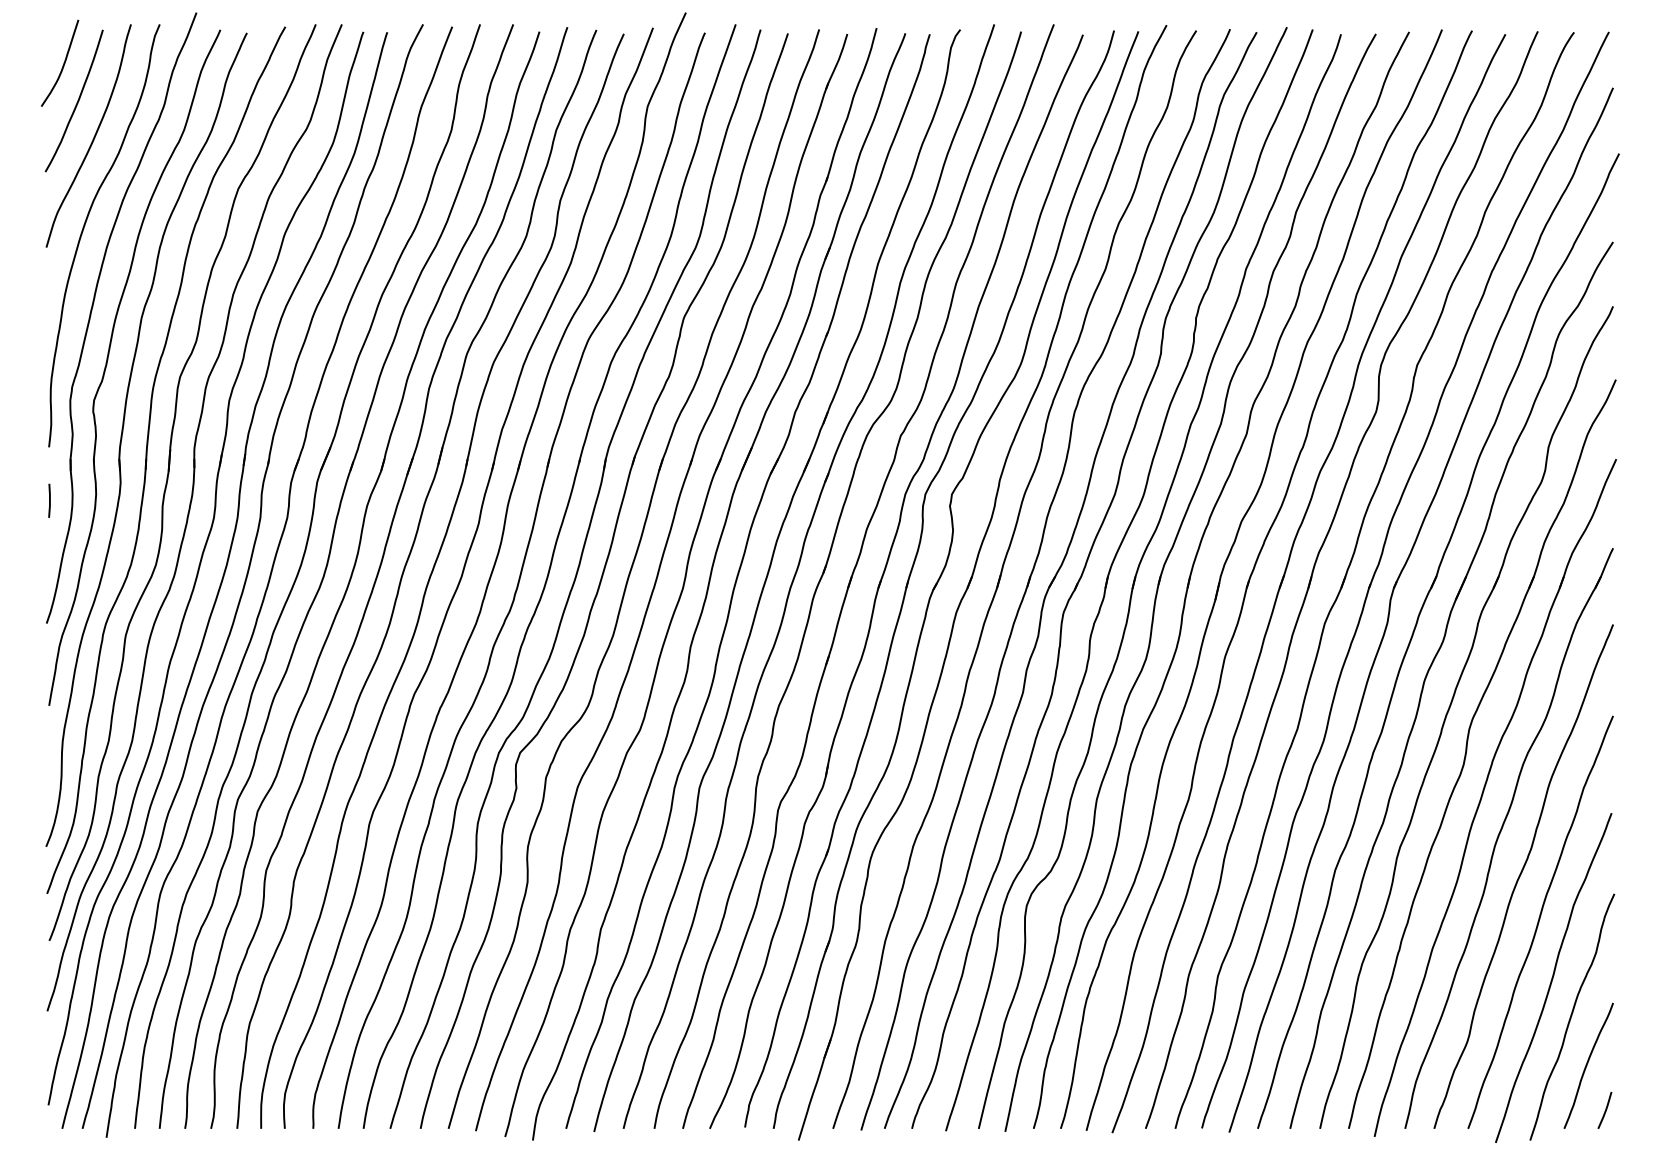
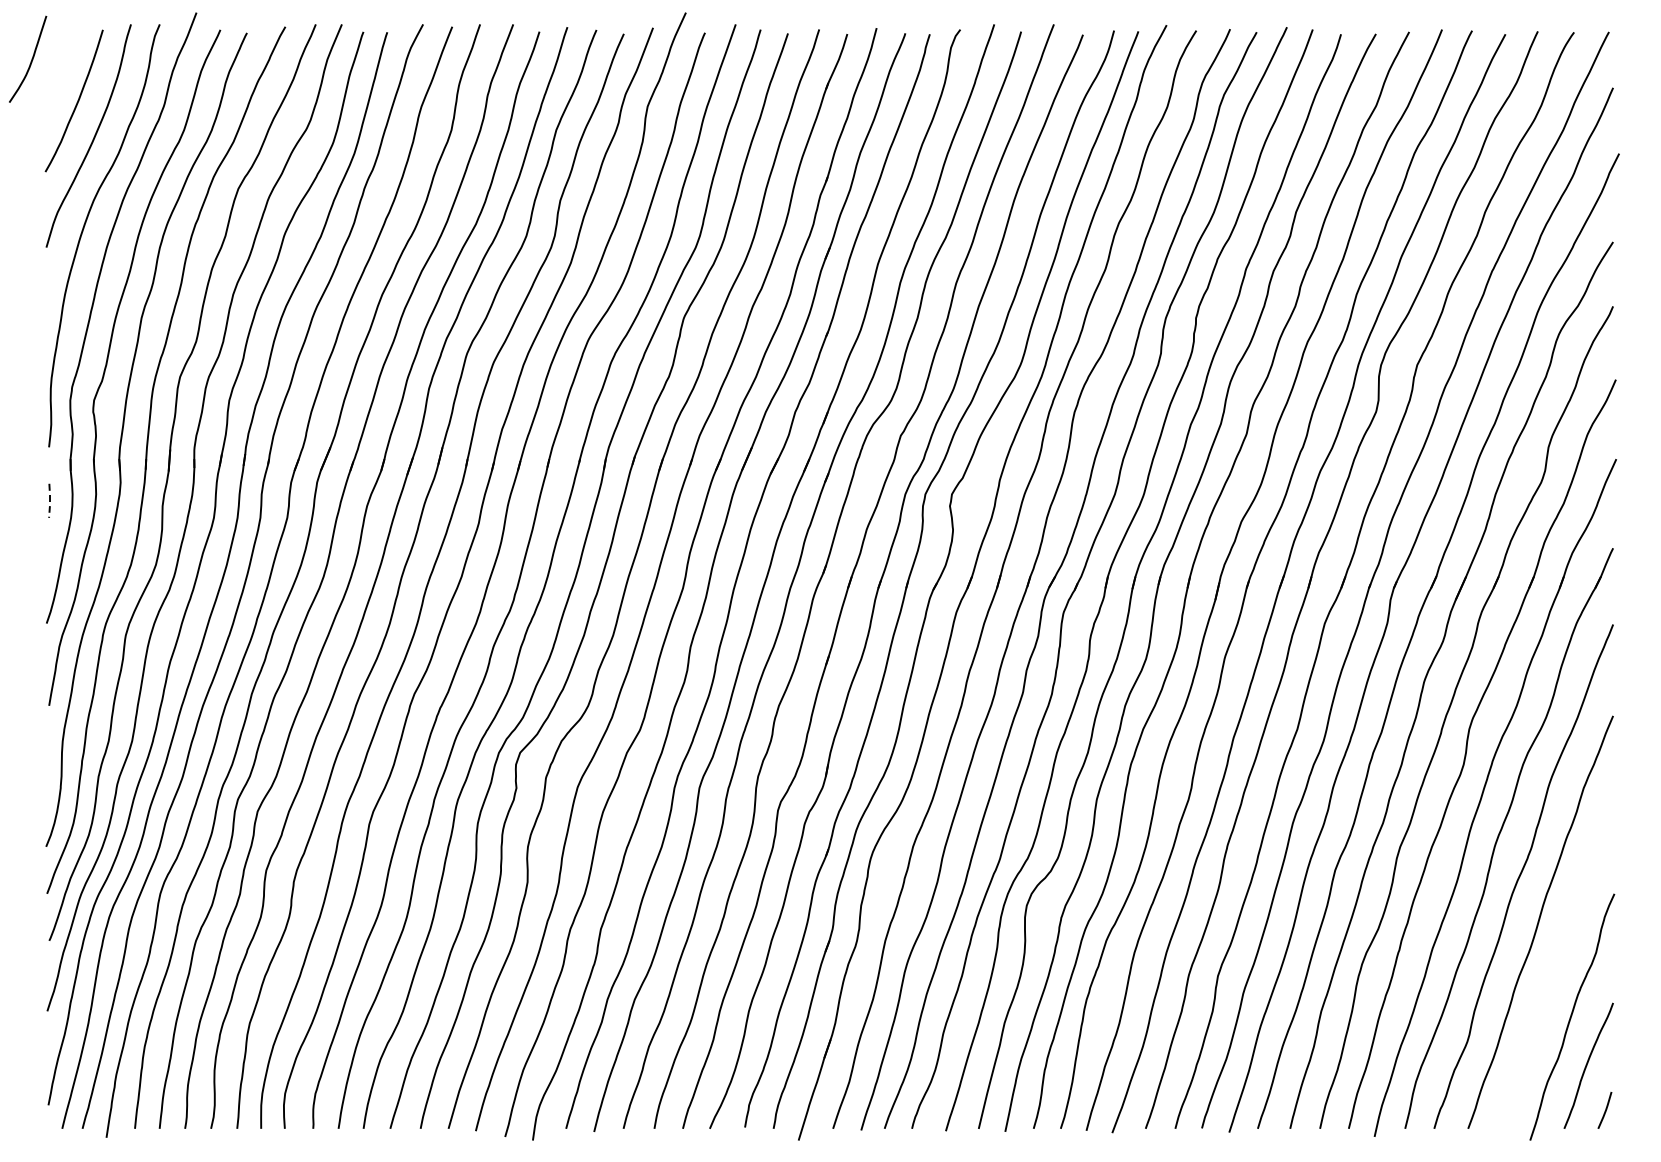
curve at (63, 62) position: (63, 62) -> (31, 58)
line at (49, 501): solid -> dashed
curve at (1553, 977): present -> none
